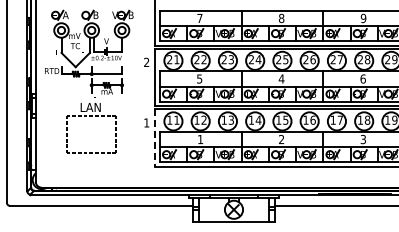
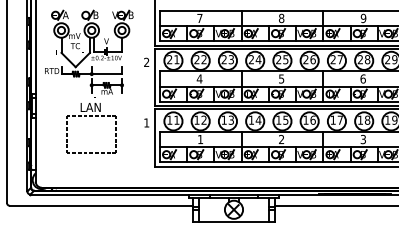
text at (199, 78): 5 -> 4
text at (281, 78): 4 -> 5
line at (154, 138): dashed -> solid
